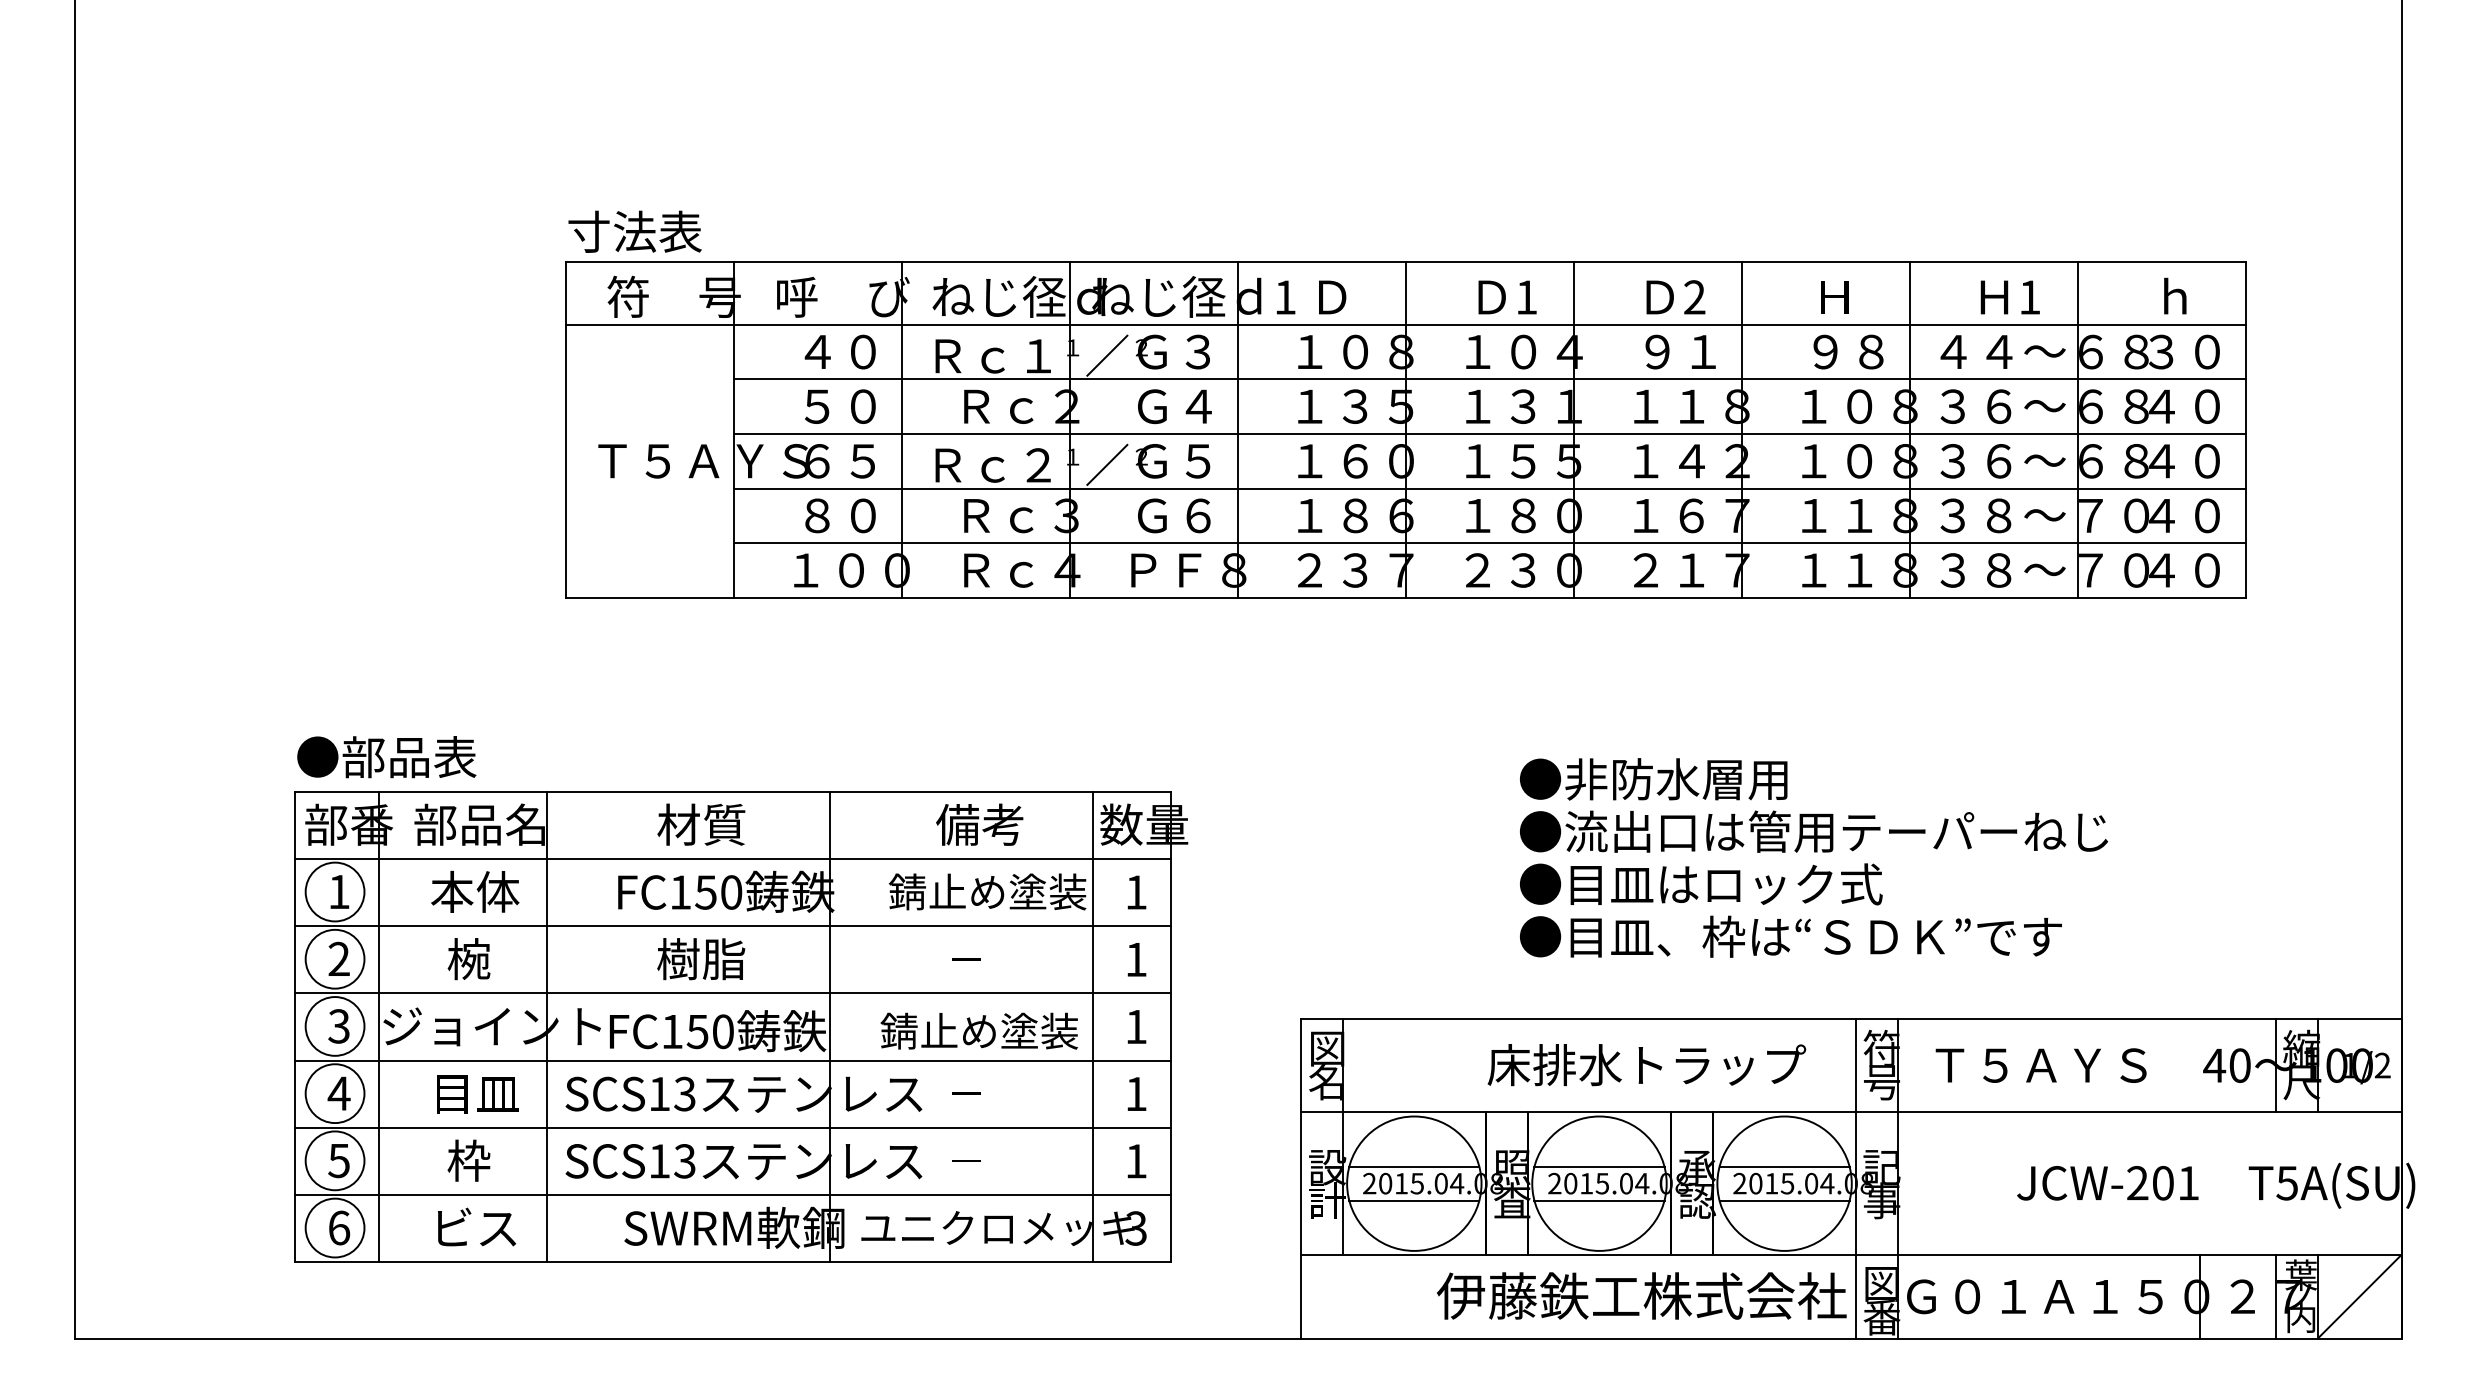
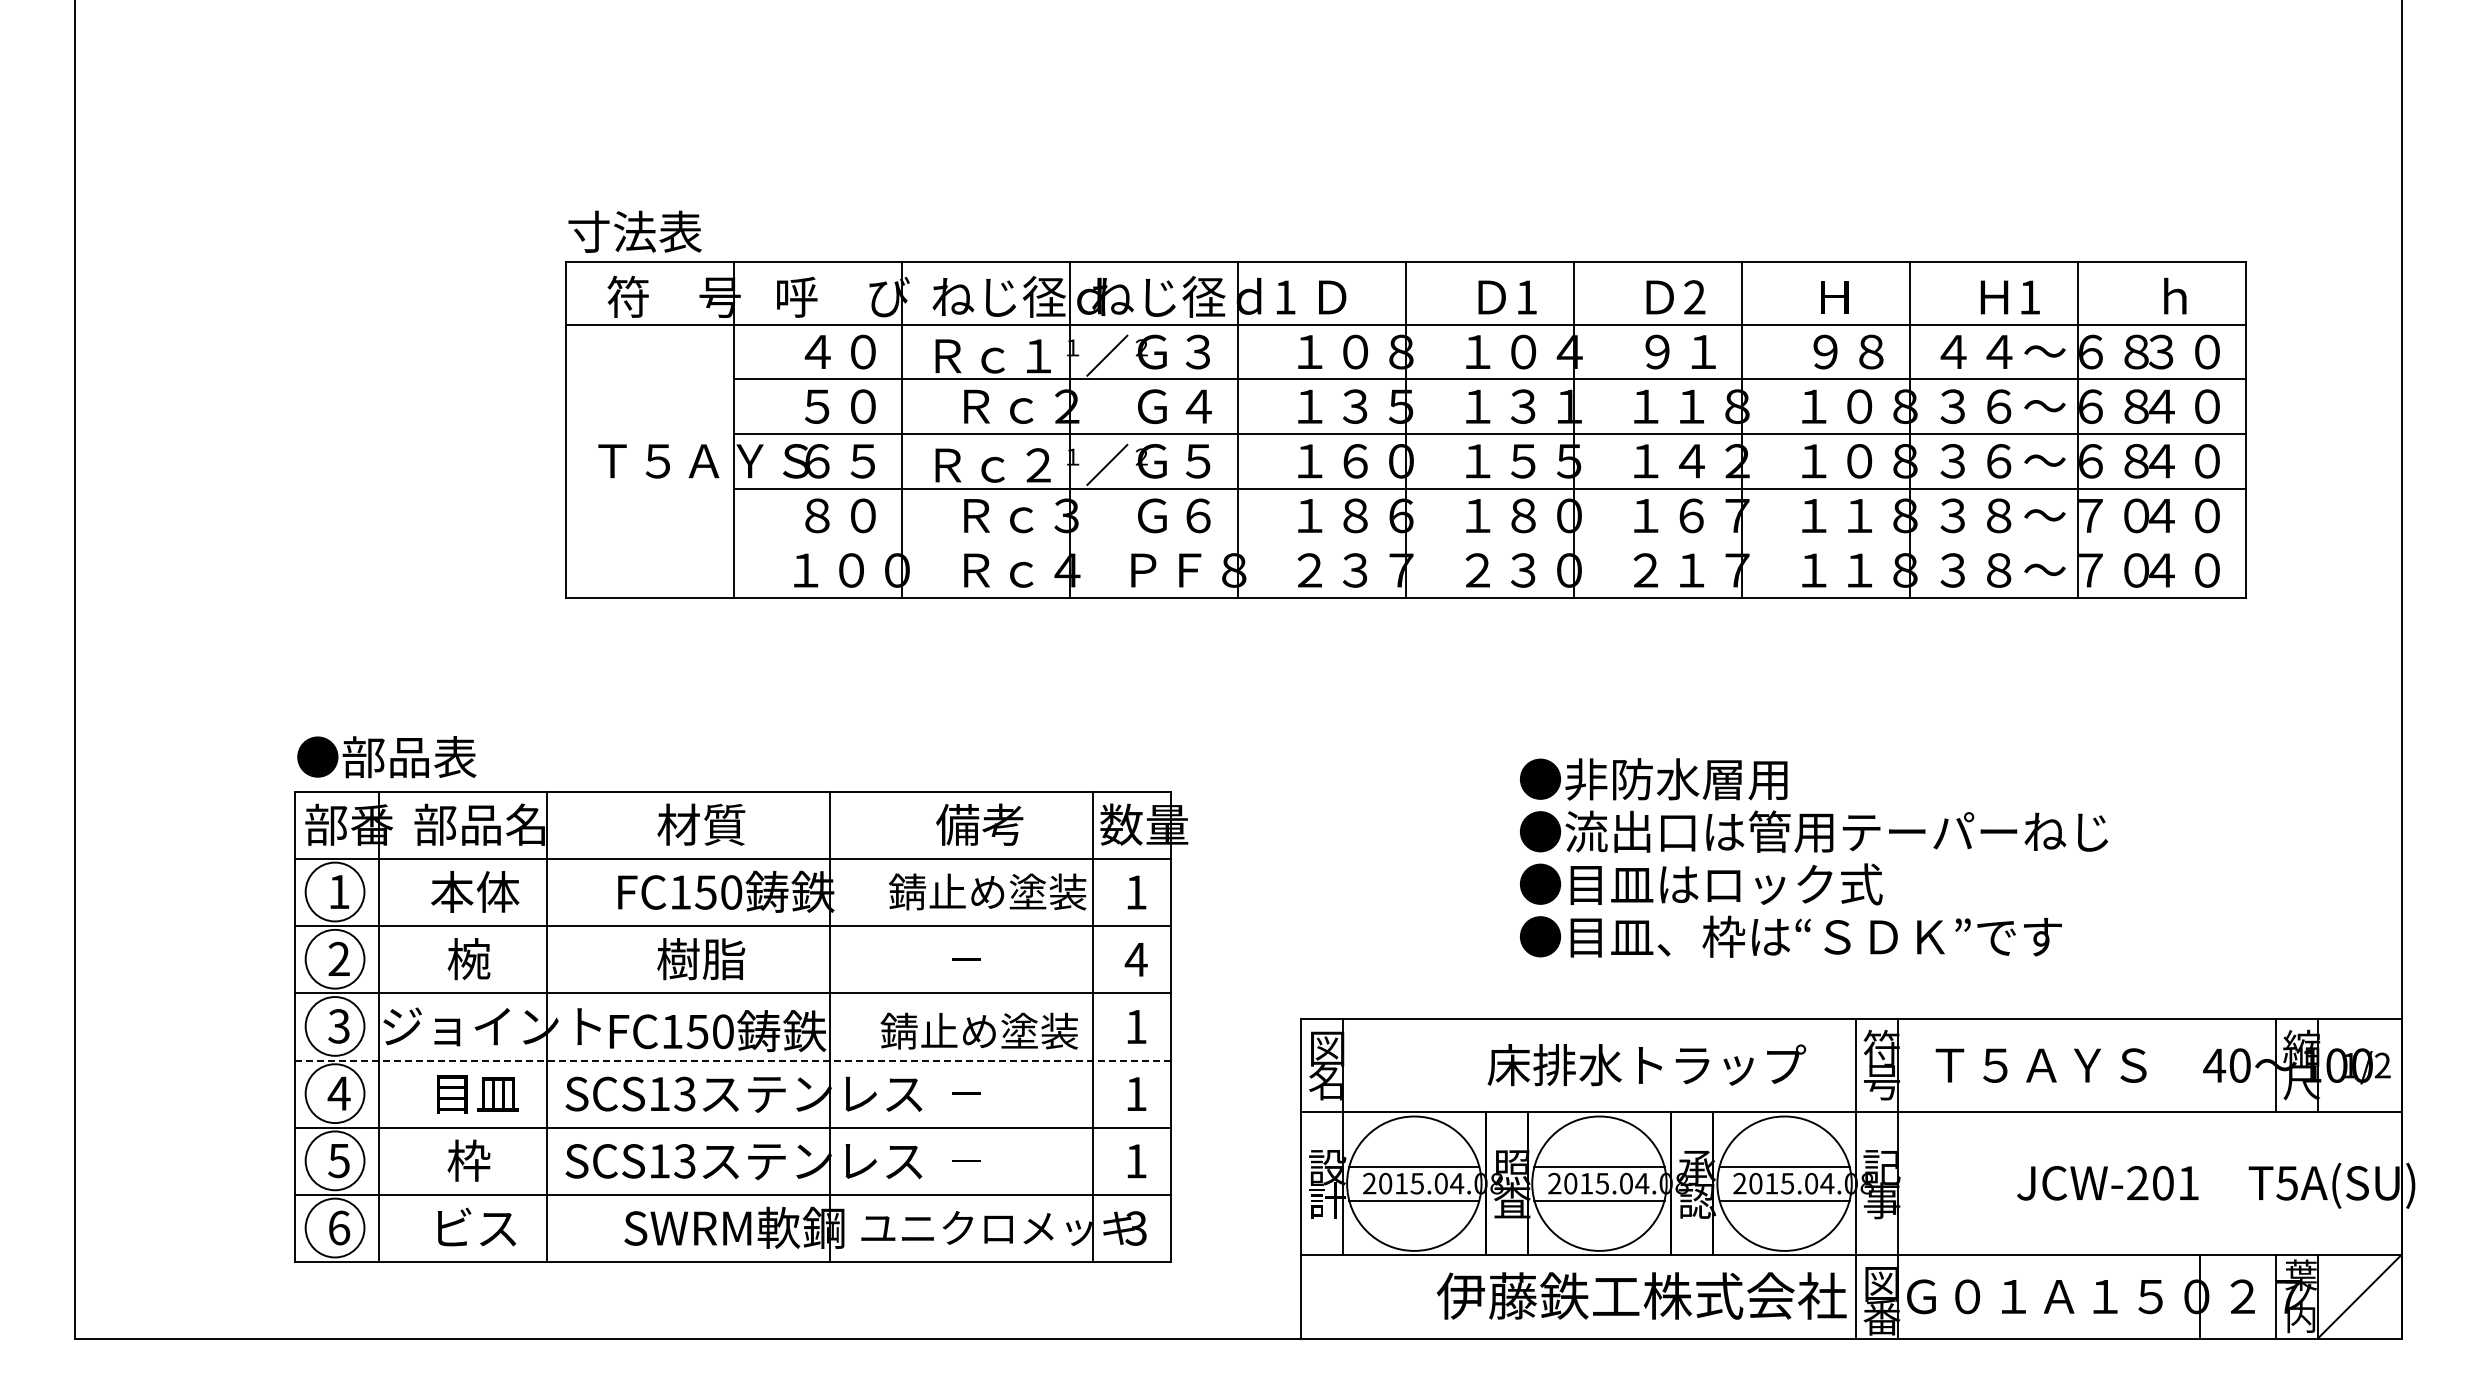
line at (1490, 543): present -> none
text at (1135, 959): 1 -> 4
line at (733, 1060): solid -> dashed
